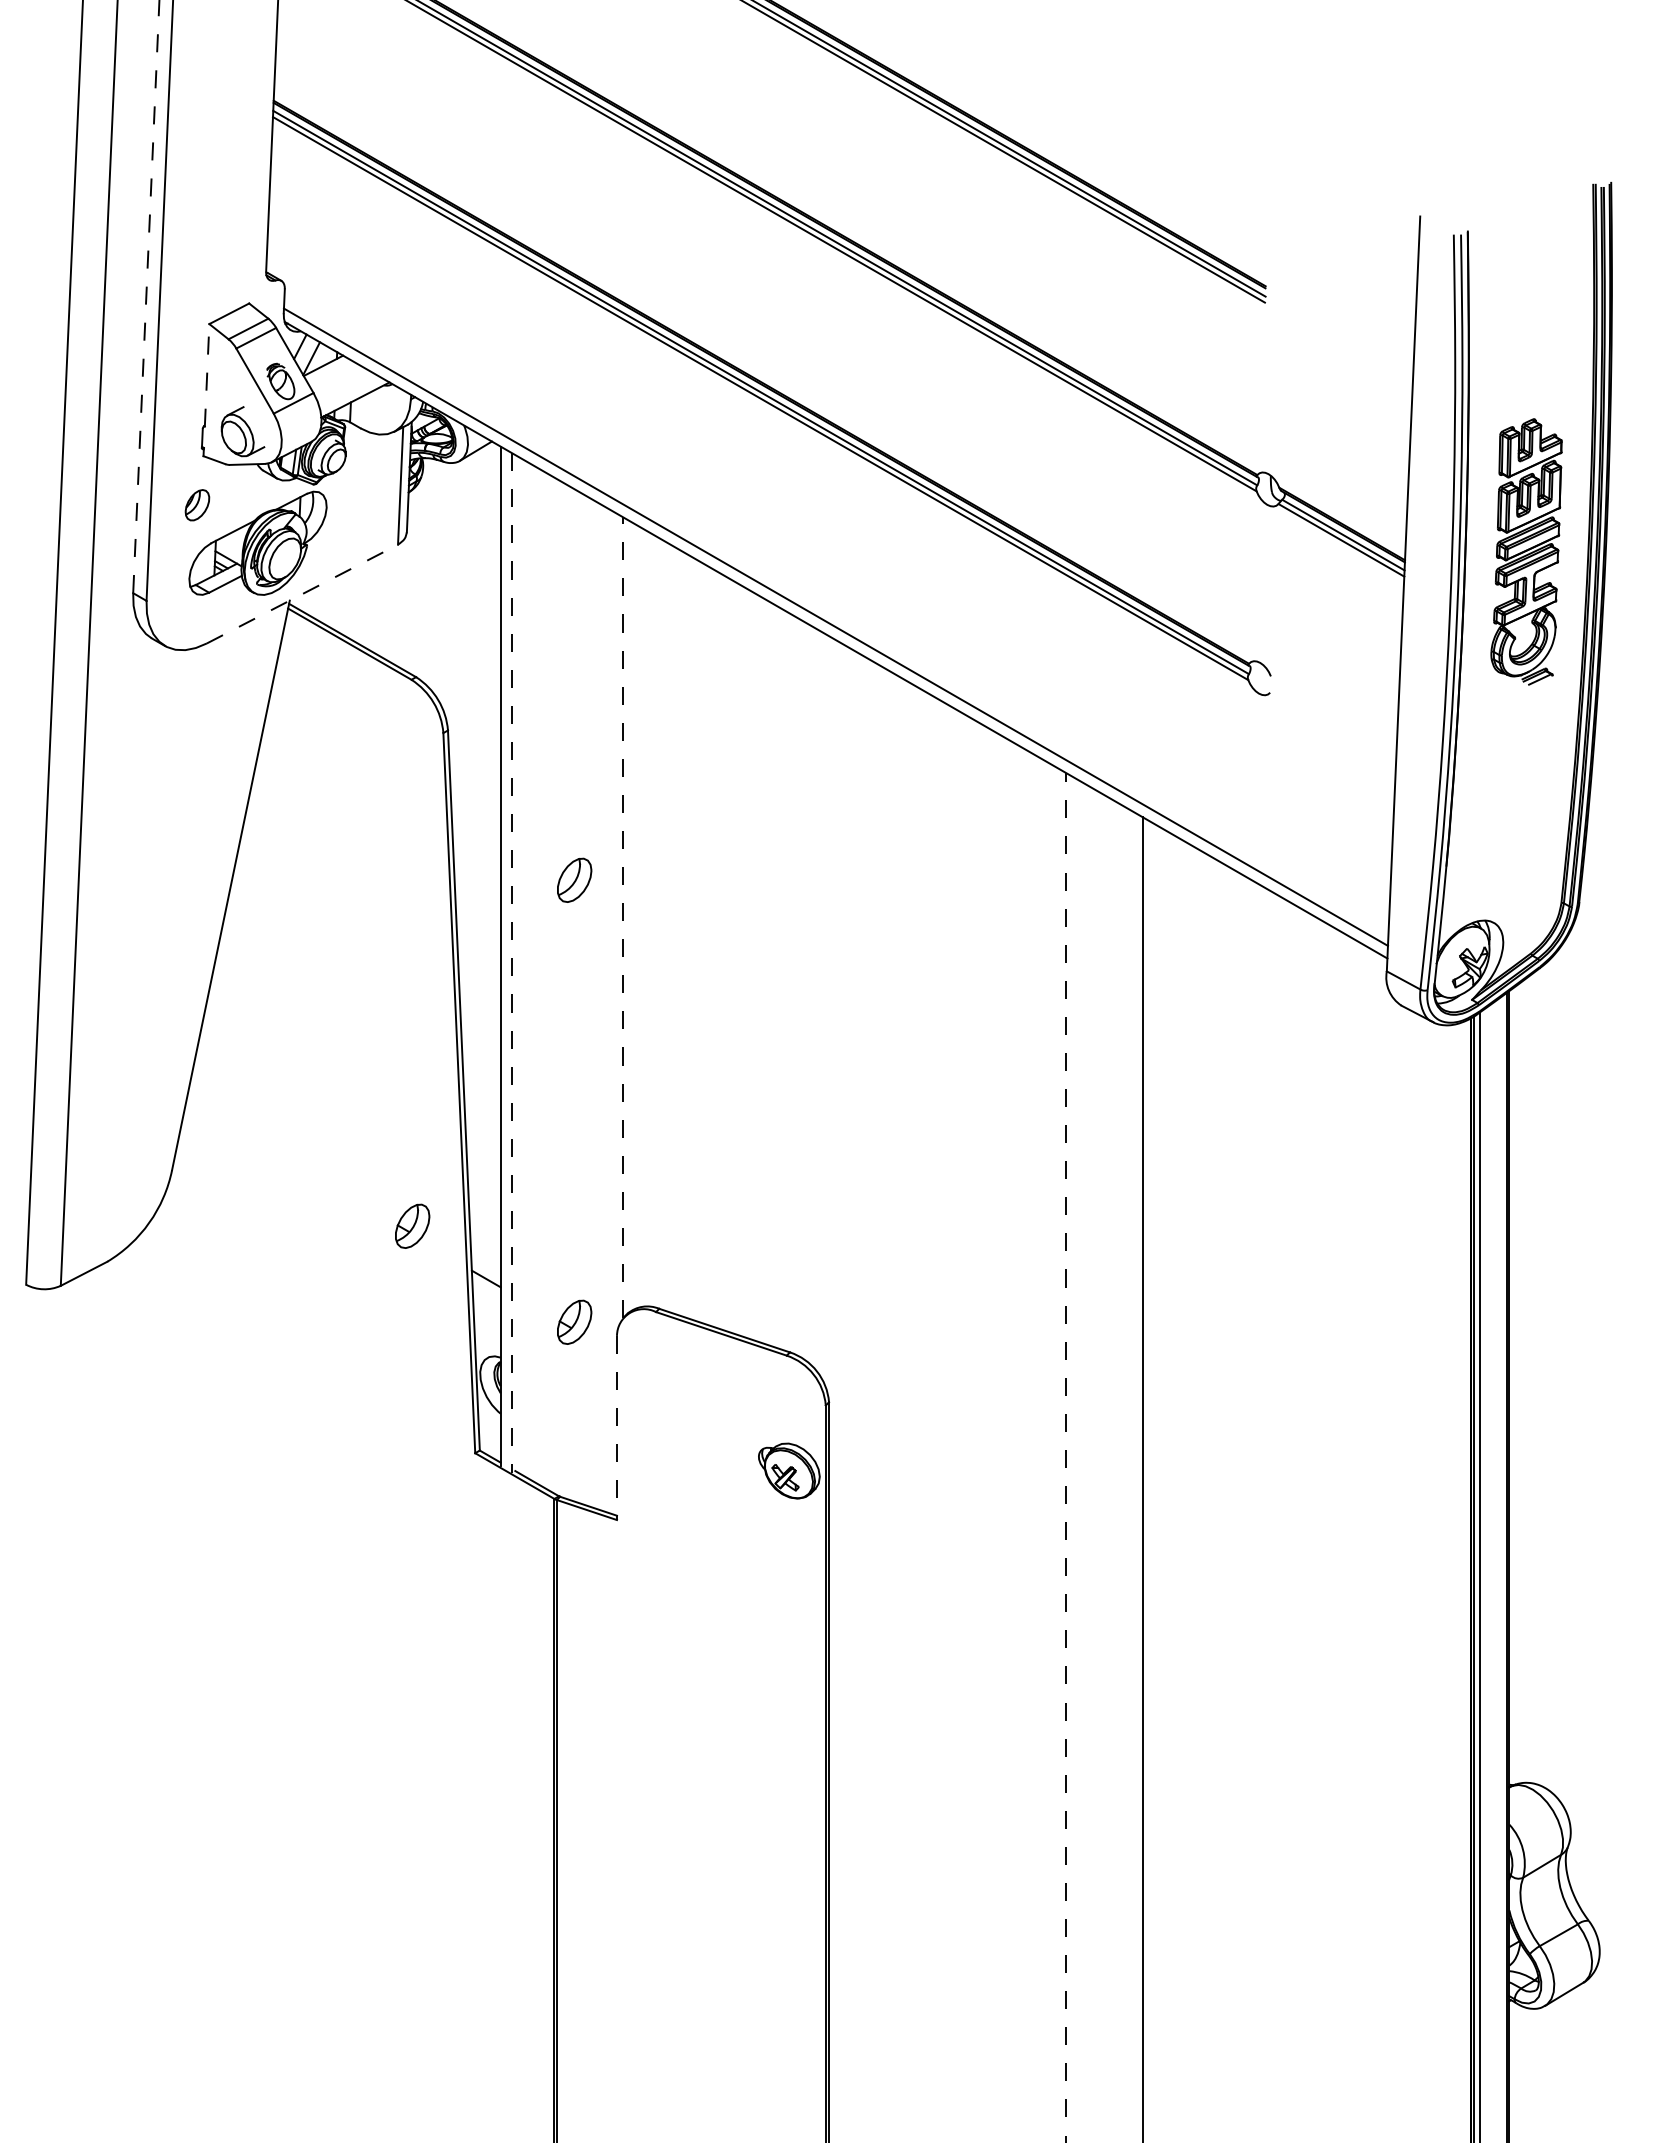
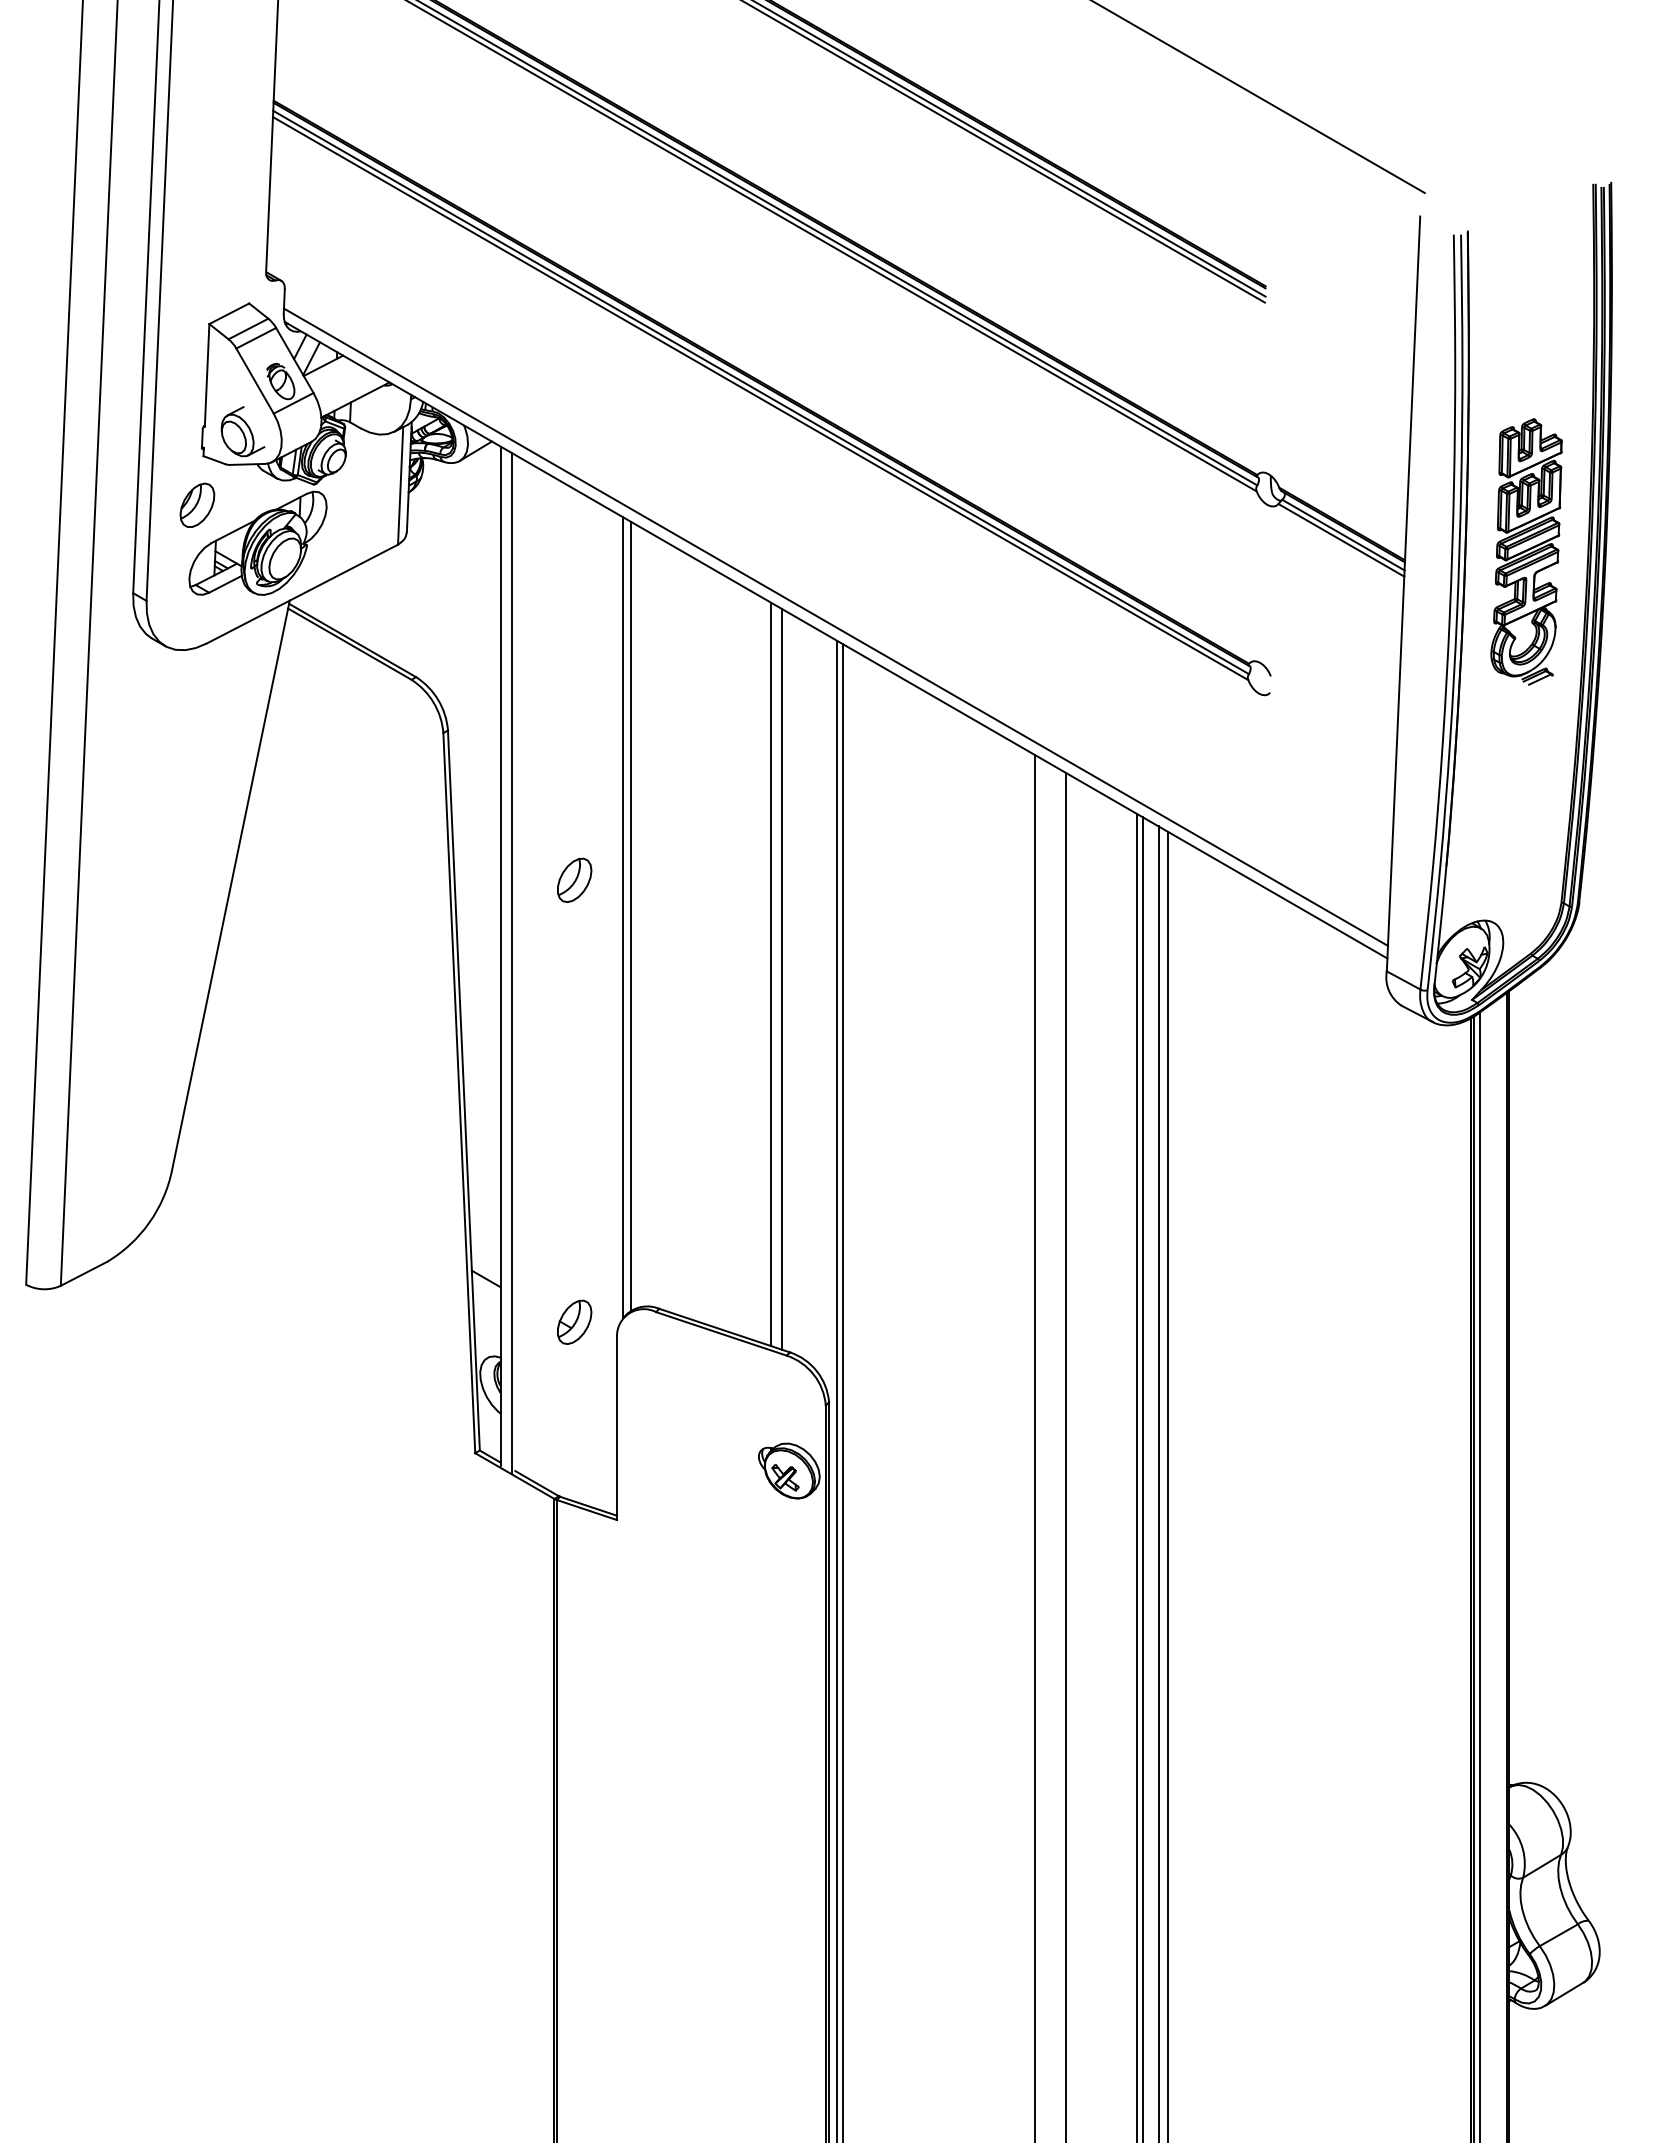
line at (1259, 97): none -> present
line at (146, 296): dashed -> solid
line at (207, 374): dashed -> solid
part at (197, 505) size: 27x33 px -> 37x46 px
line at (302, 594): dashed -> solid
line at (630, 916): none -> present
line at (623, 917): dashed -> solid
line at (512, 963): dashed -> solid
line at (771, 974): none -> present
line at (781, 978): none -> present
part at (412, 1225): present -> none
line at (837, 1389): none -> present
line at (842, 1391): none -> present
line at (617, 1428): dashed -> solid
line at (1035, 1447): none -> present
line at (1066, 1458): dashed -> solid
line at (1137, 1476): none -> present
line at (1158, 1482): none -> present
line at (1168, 1485): none -> present
